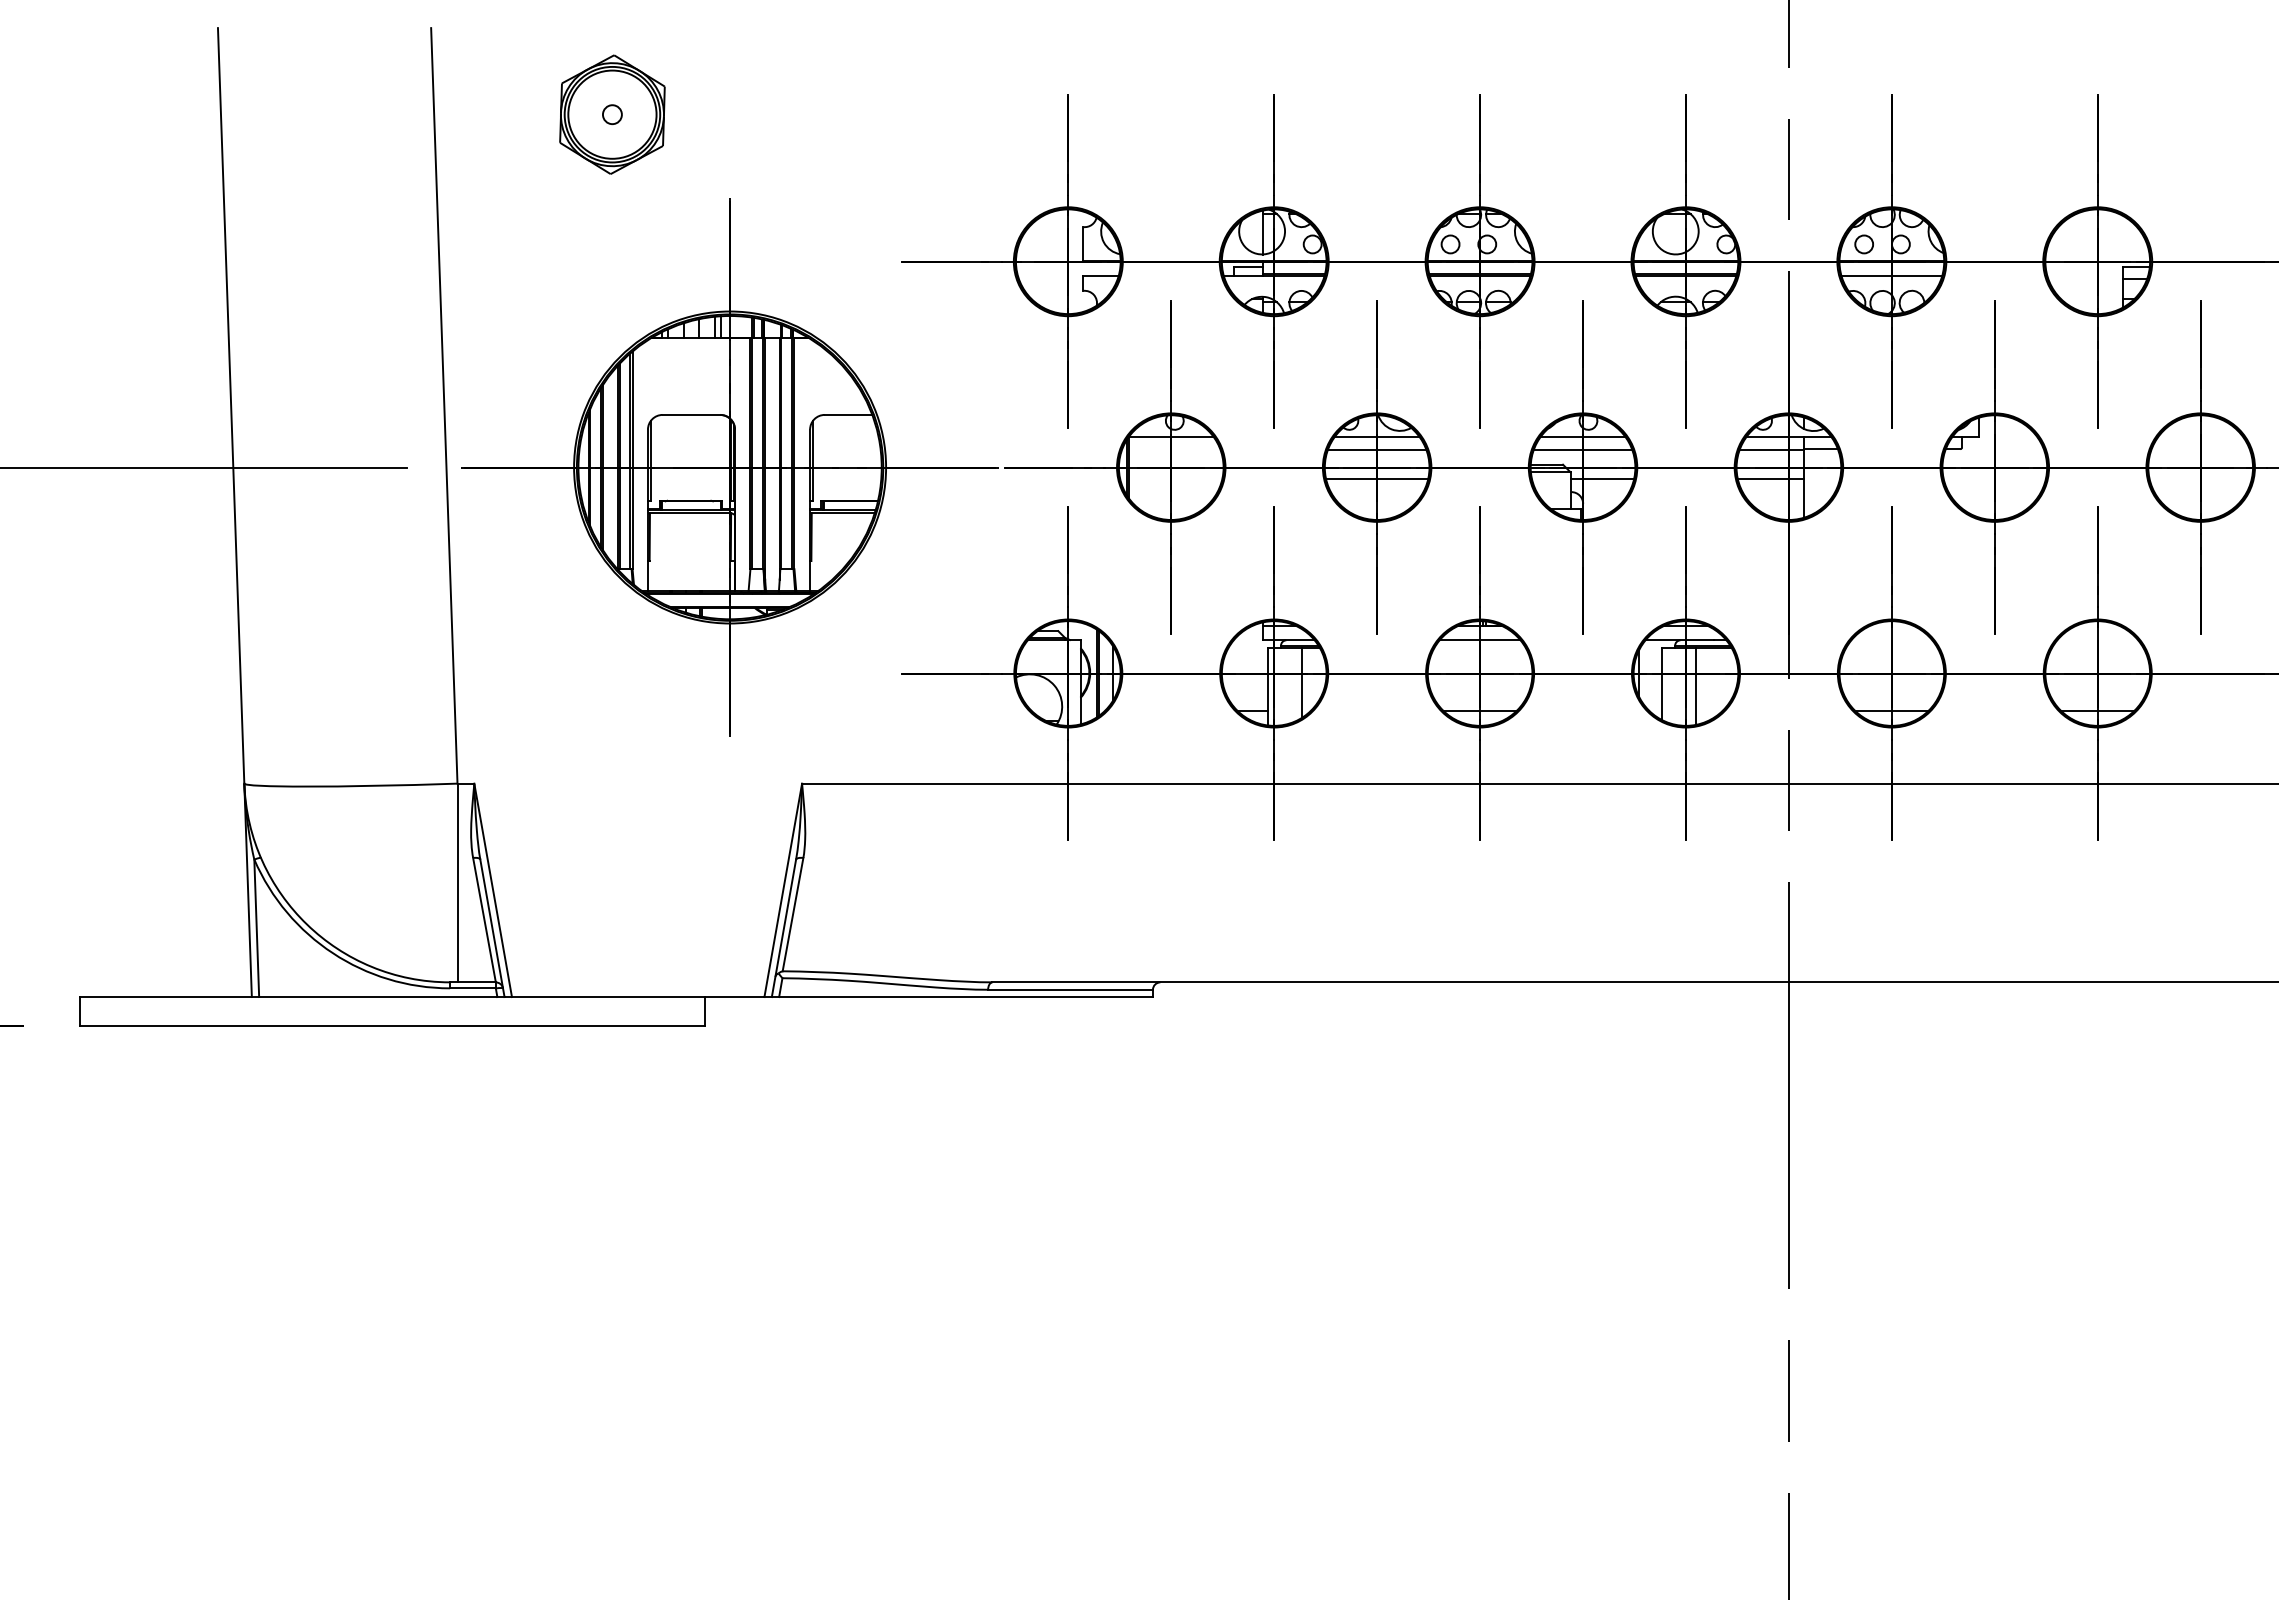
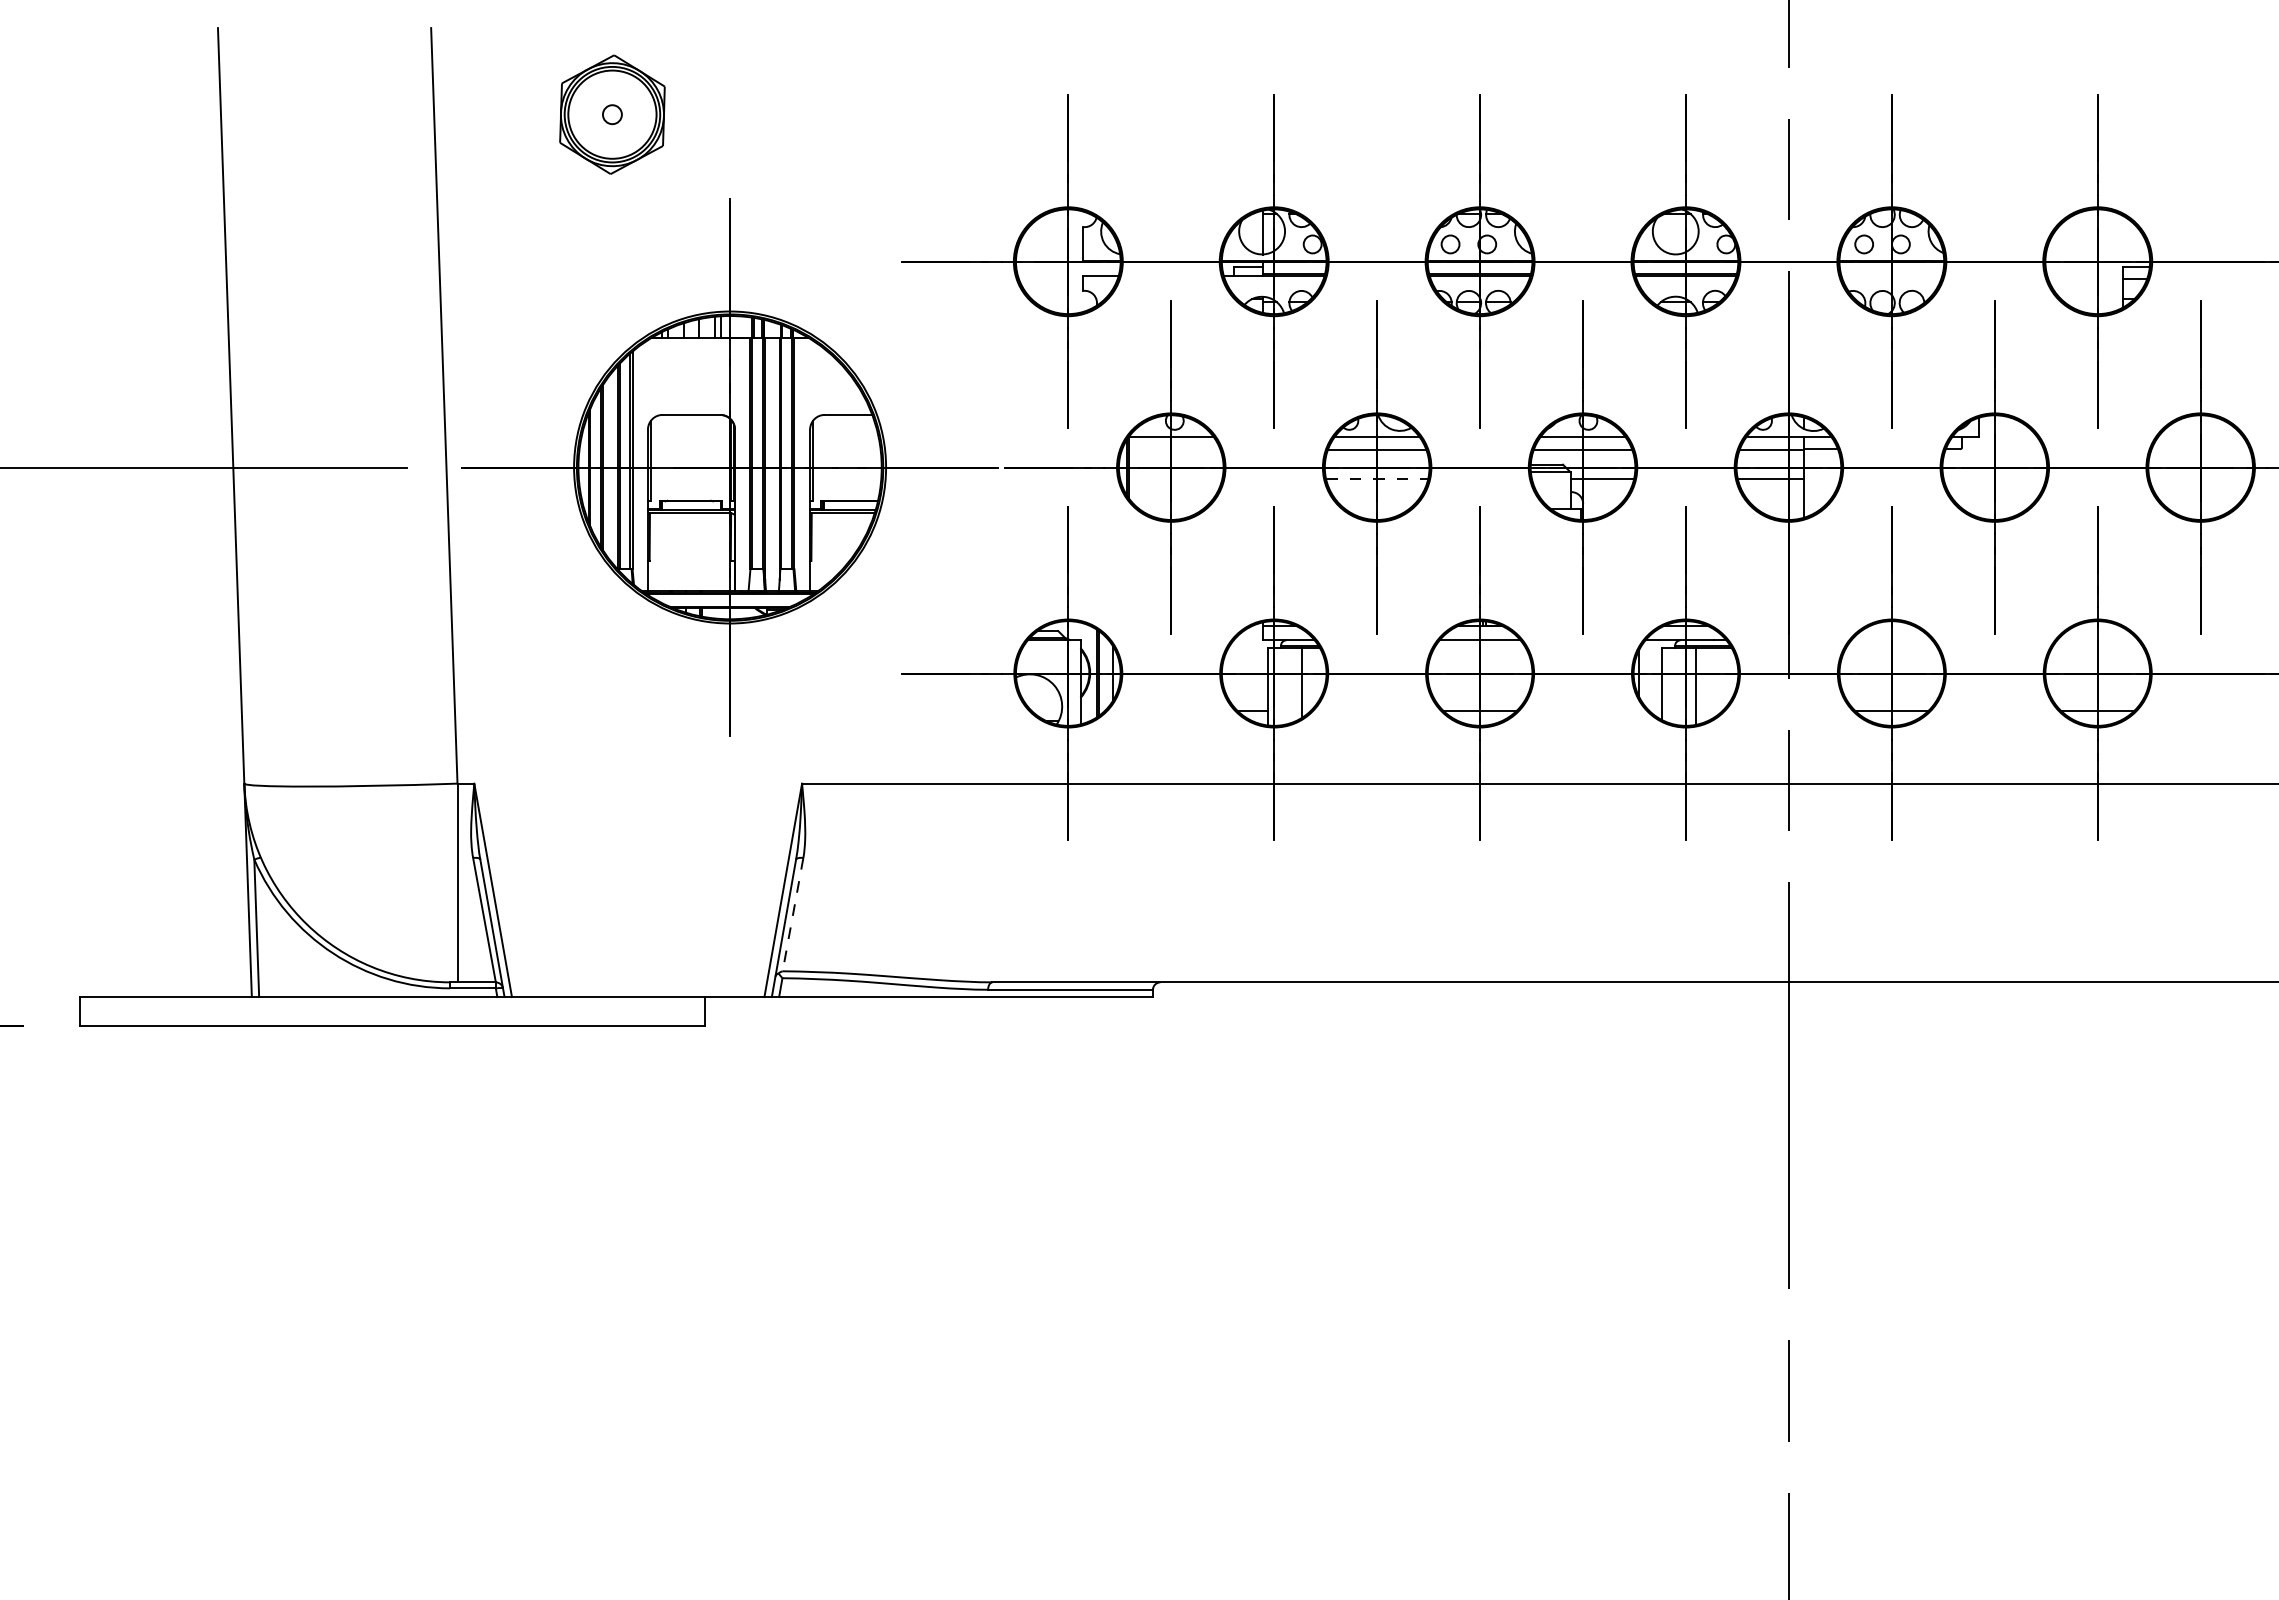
line at (1891, 276): present -> none
line at (1377, 478): solid -> dashed
line at (793, 914): solid -> dashed
